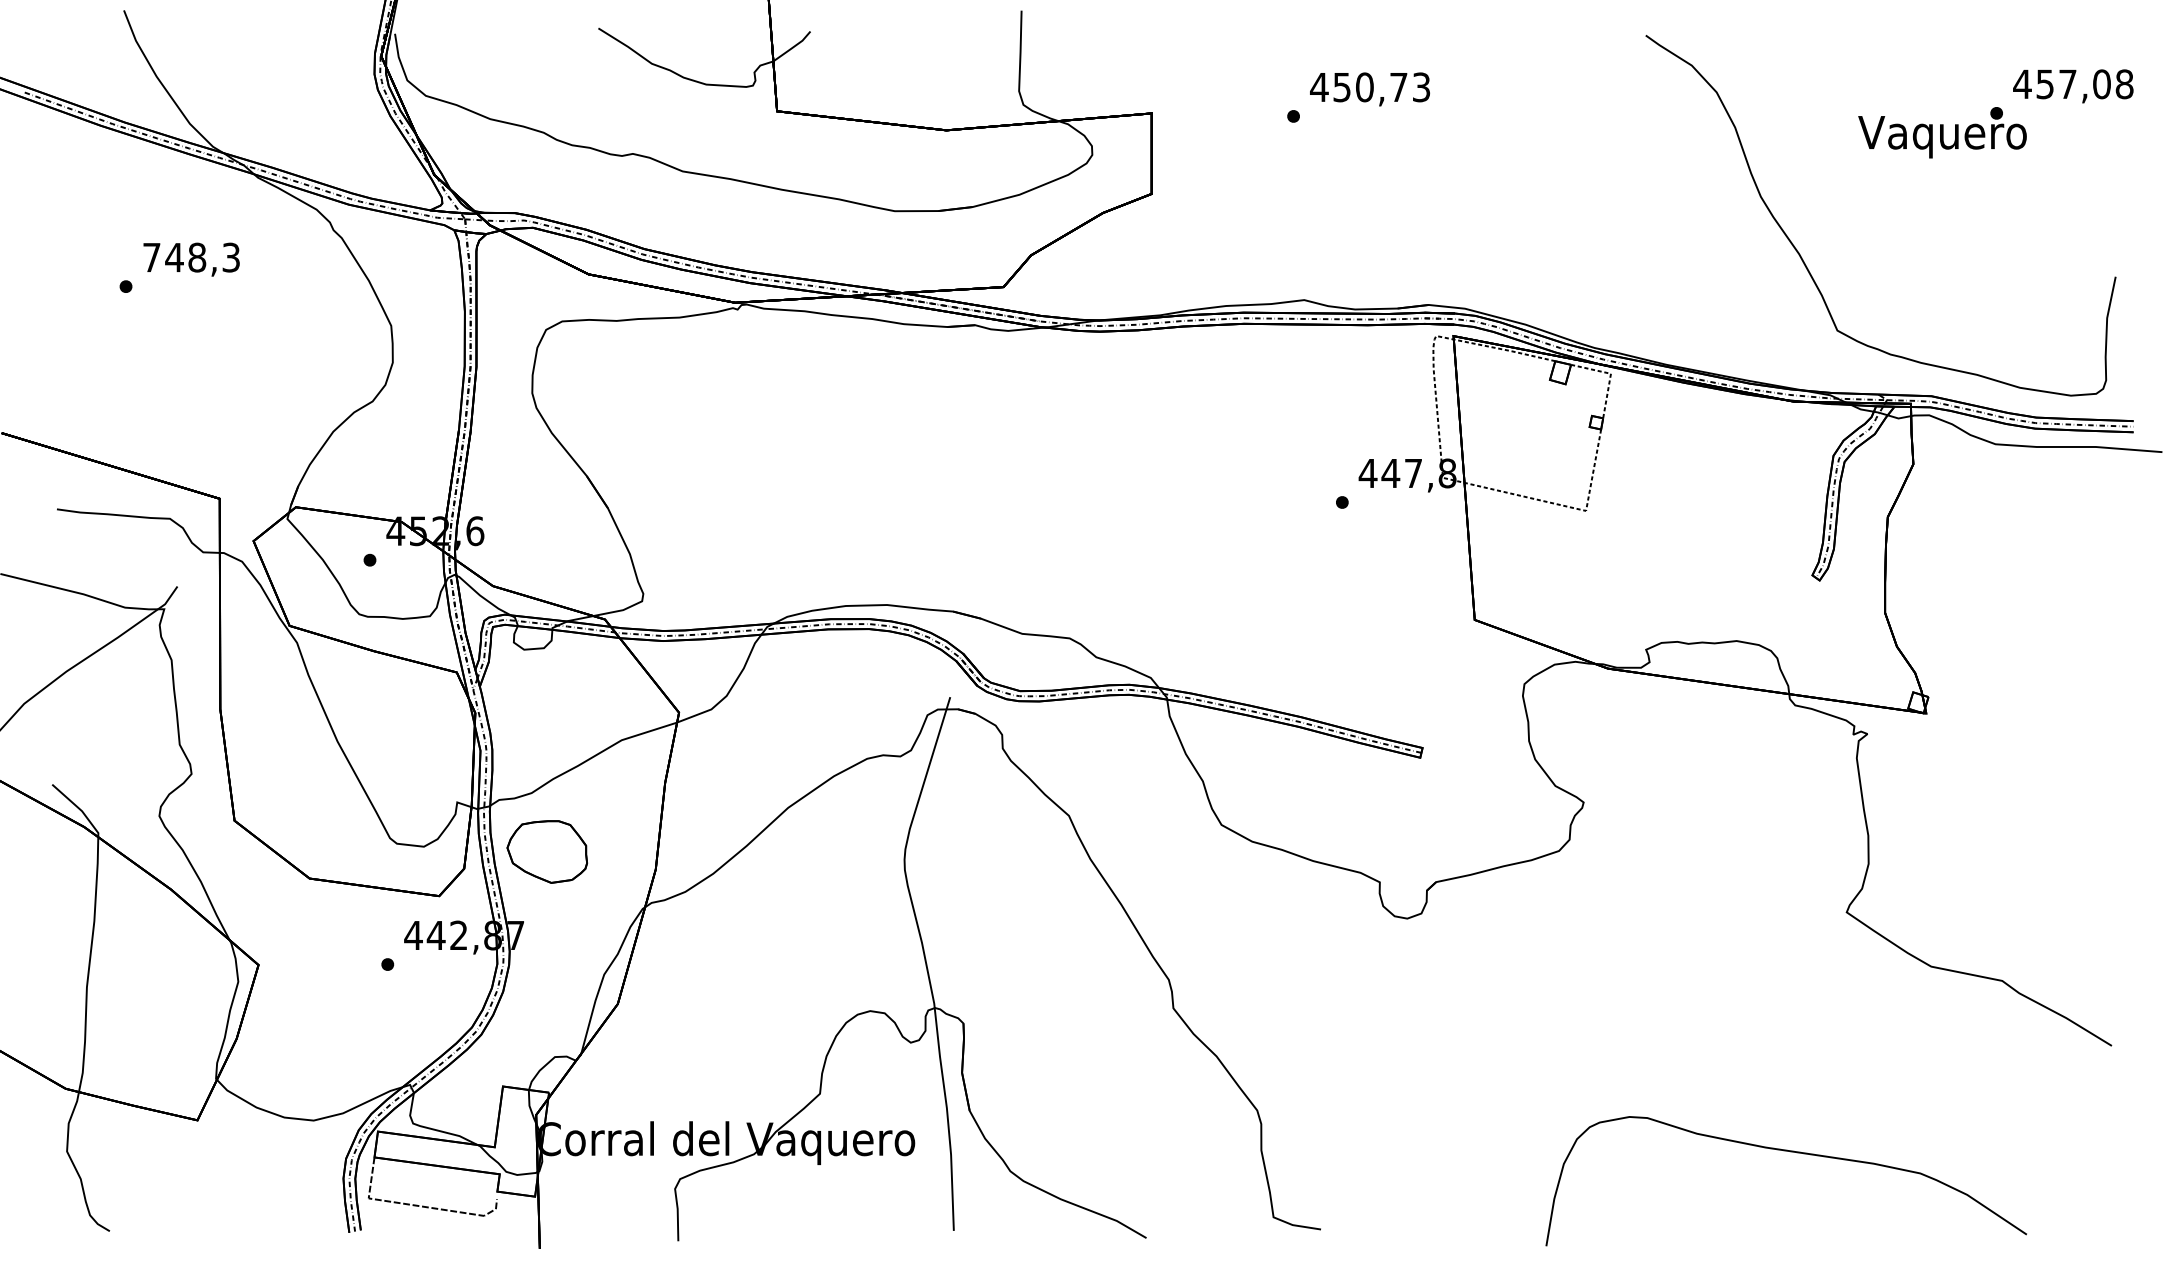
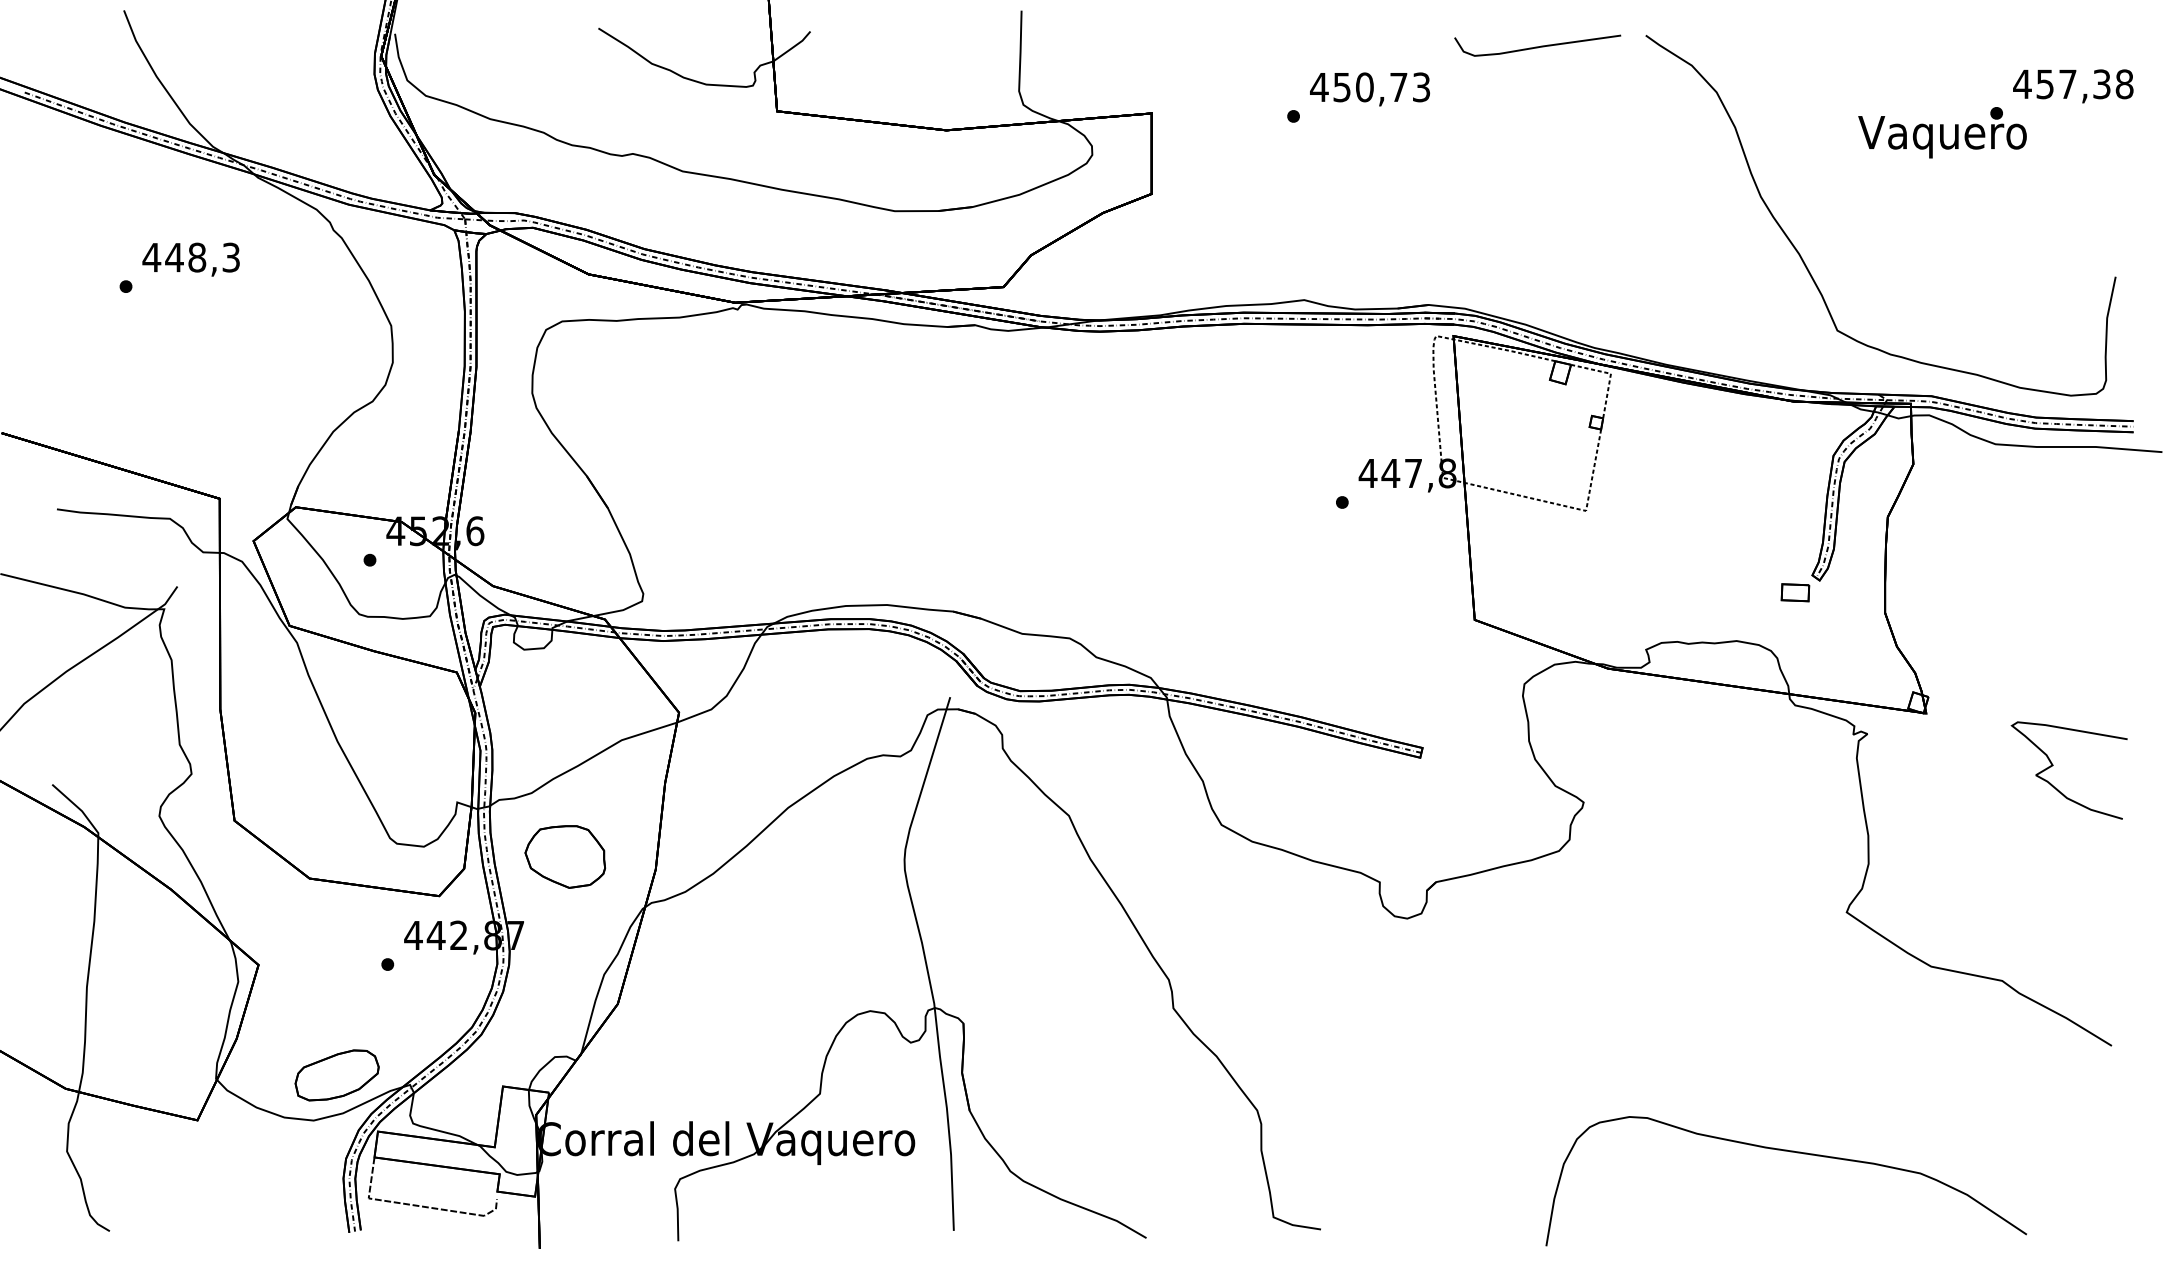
curve at (1537, 46): none -> present
text at (2101, 84): 457,08 -> 457,38
text at (151, 257): 748,3 -> 448,3
part at (1795, 592): none -> present
curve at (2053, 765): none -> present
part at (546, 851) position: (546, 851) -> (564, 856)
part at (336, 1075): none -> present
